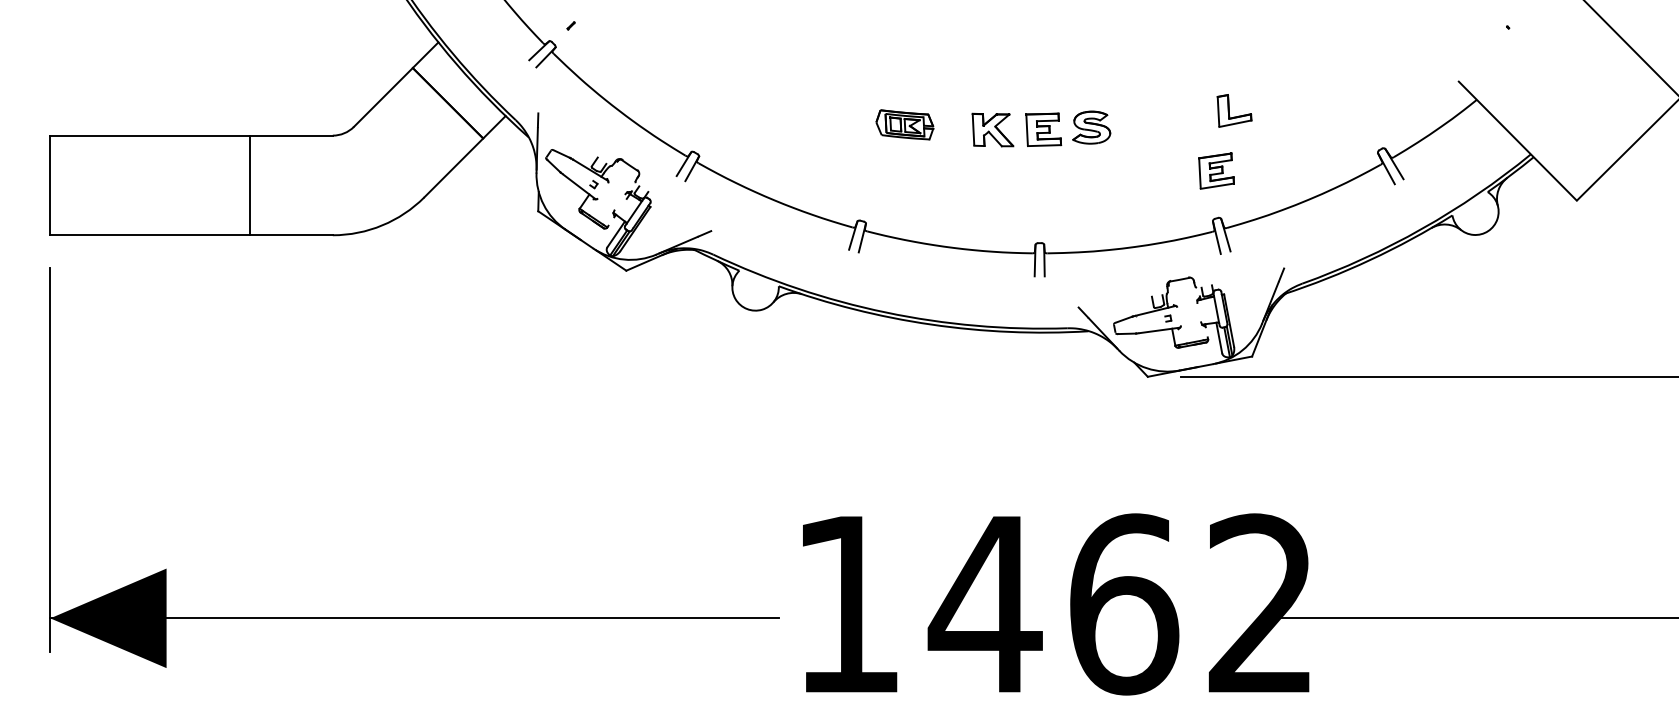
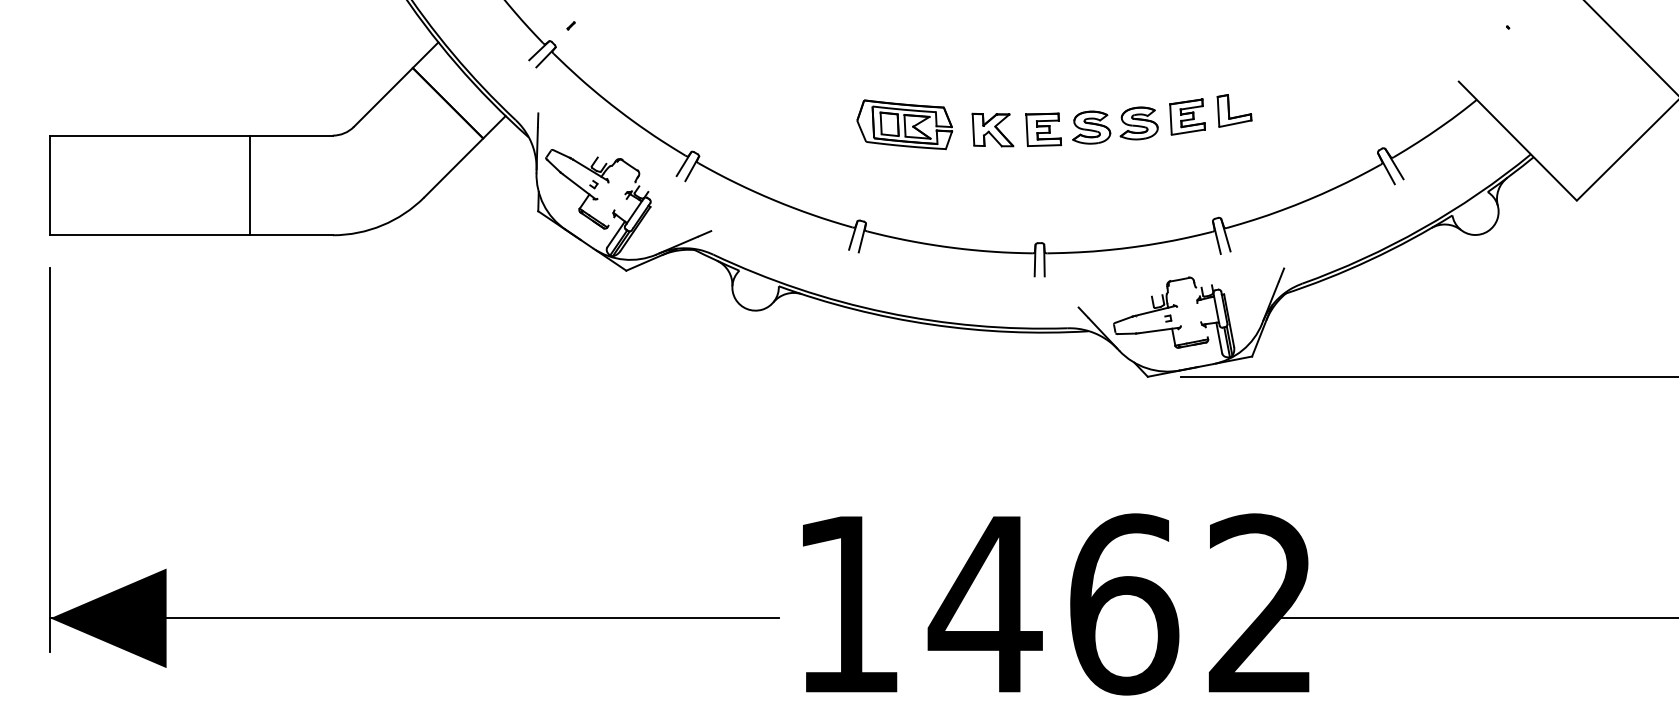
part at (1138, 123): none -> present
part at (904, 124) size: 60x32 px -> 98x52 px
part at (1216, 170) position: (1216, 170) -> (1187, 116)
